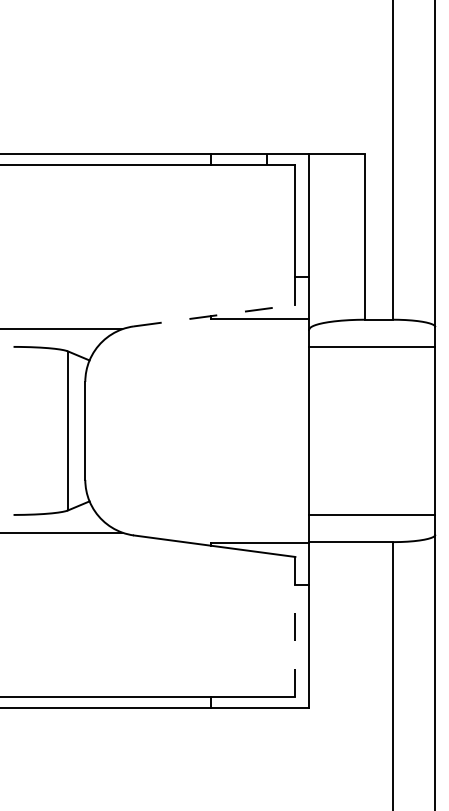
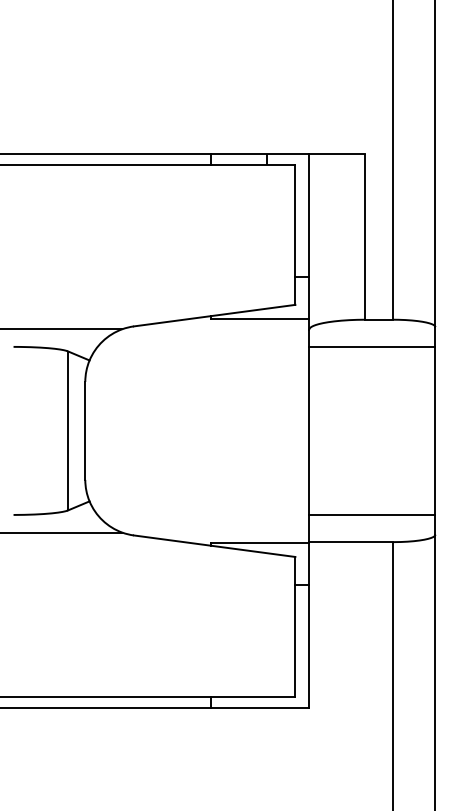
line at (215, 315): dashed -> solid
line at (295, 627): dashed -> solid
